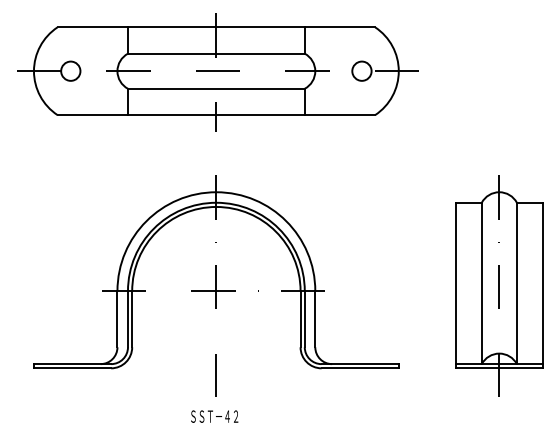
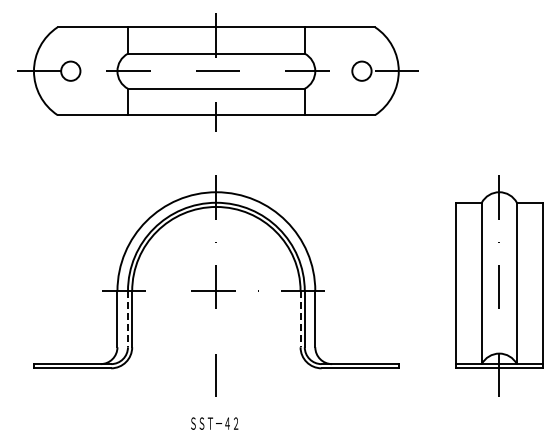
line at (127, 319): solid -> dashed
line at (300, 319): solid -> dashed
text at (214, 416) position: (214, 416) -> (214, 423)
